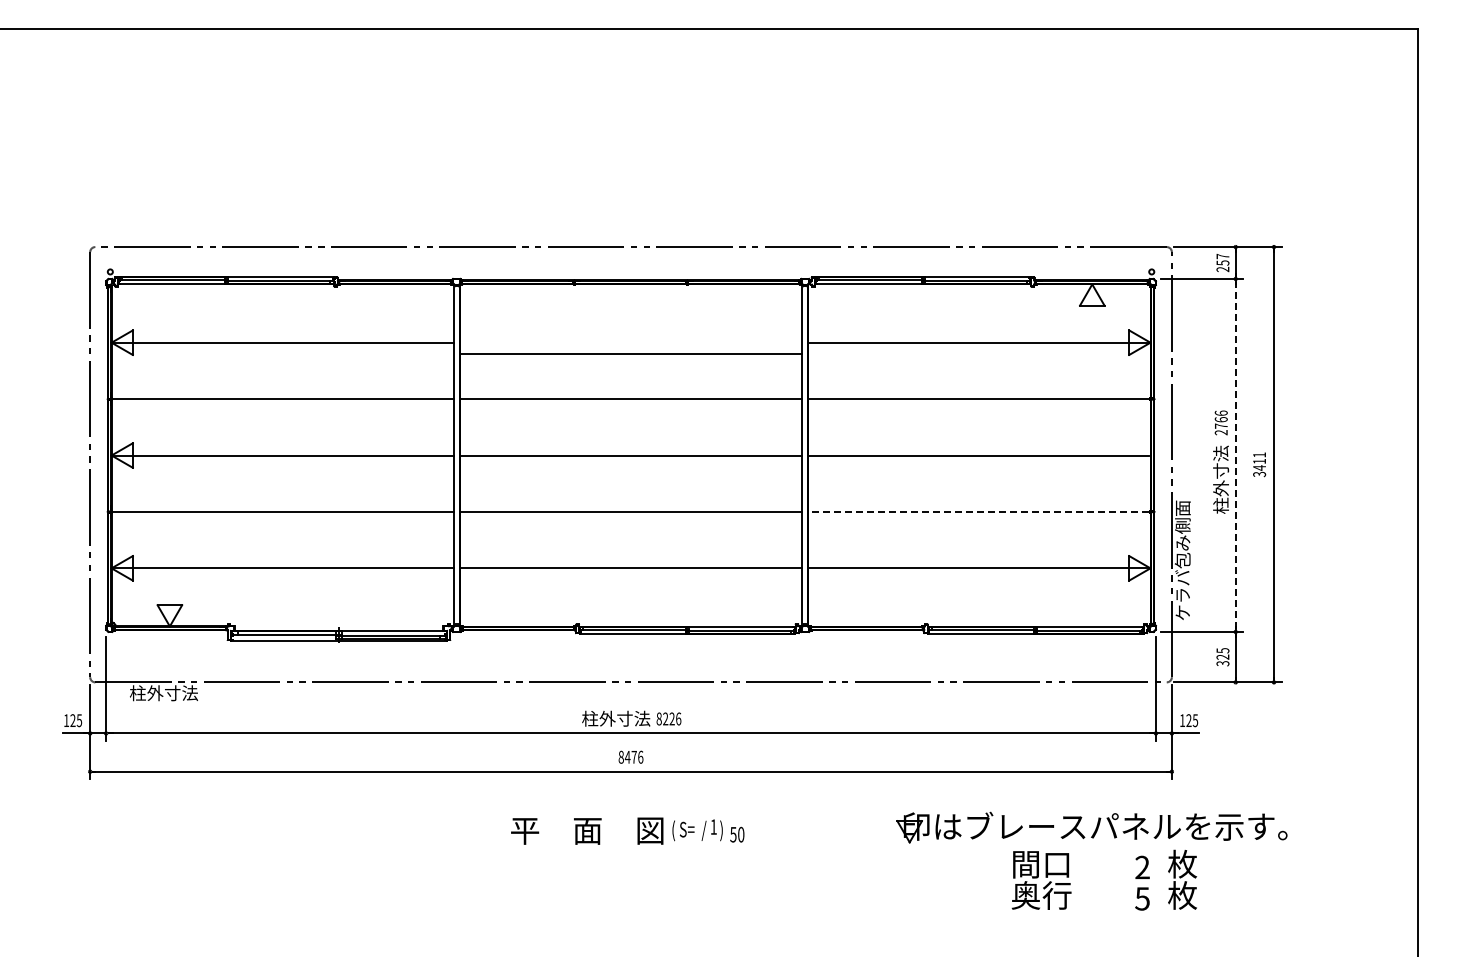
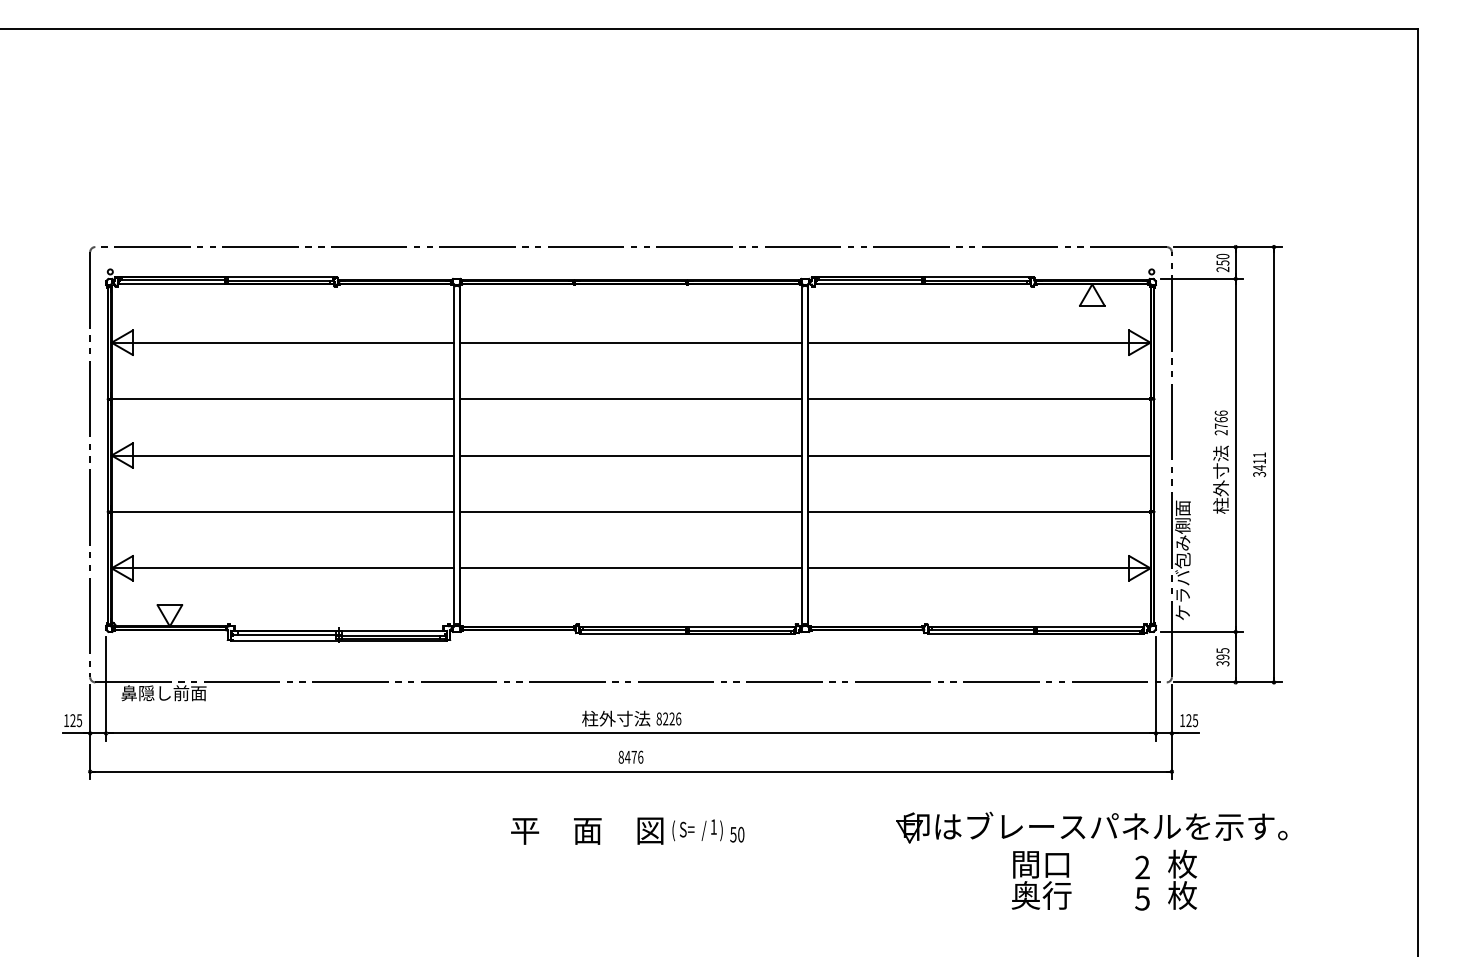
text at (1222, 256): 257 -> 250
line at (630, 353) position: (630, 353) -> (630, 342)
line at (1235, 454): dashed -> solid
line at (978, 511): dashed -> solid
text at (1223, 656): 325 -> 395
text at (163, 693): 柱外寸法 -> 鼻隠し前面
